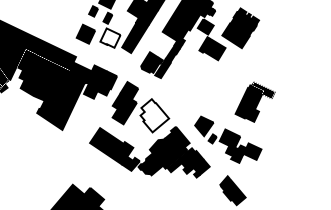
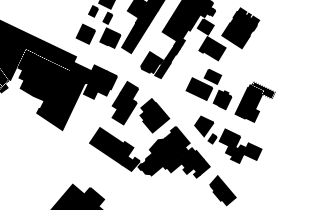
fill at (110, 37): none -> present
part at (208, 89): none -> present
fill at (154, 115): none -> present
part at (232, 190) position: (232, 190) -> (222, 190)
